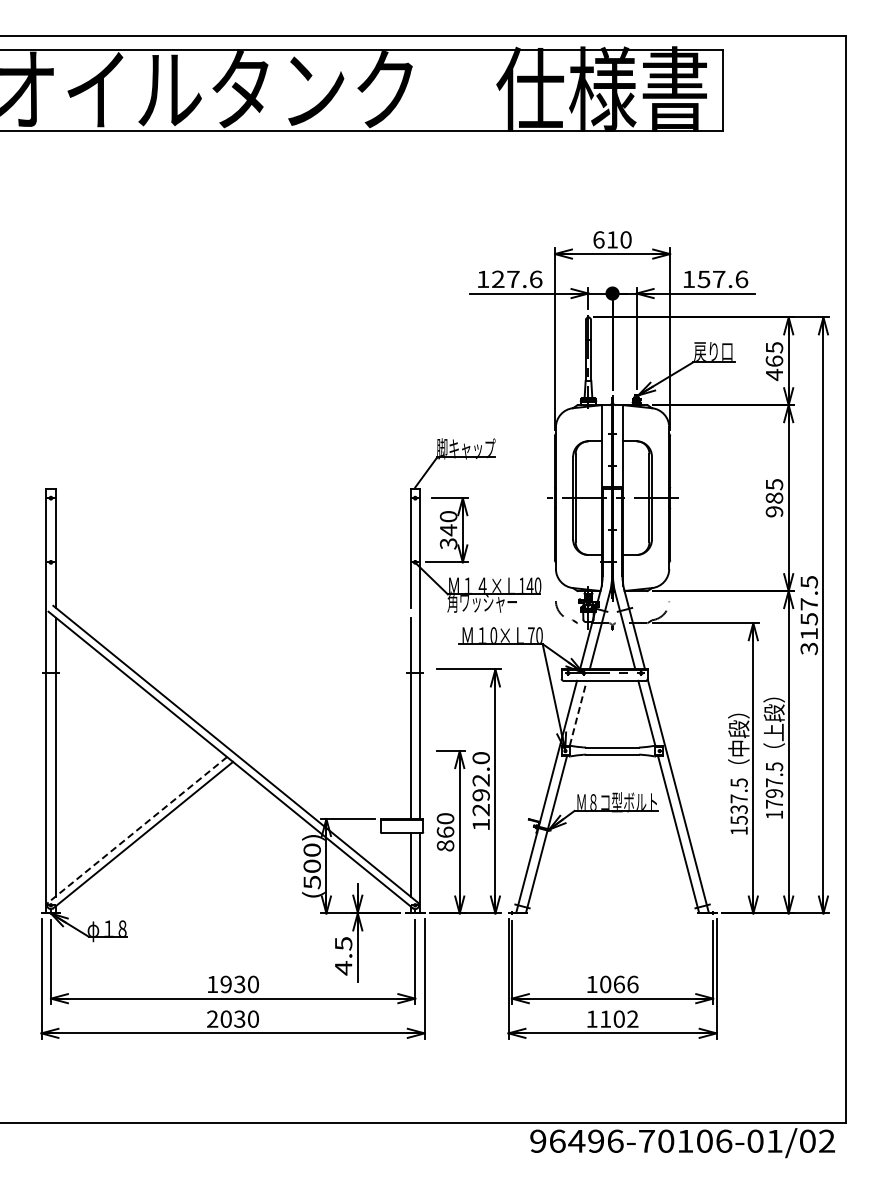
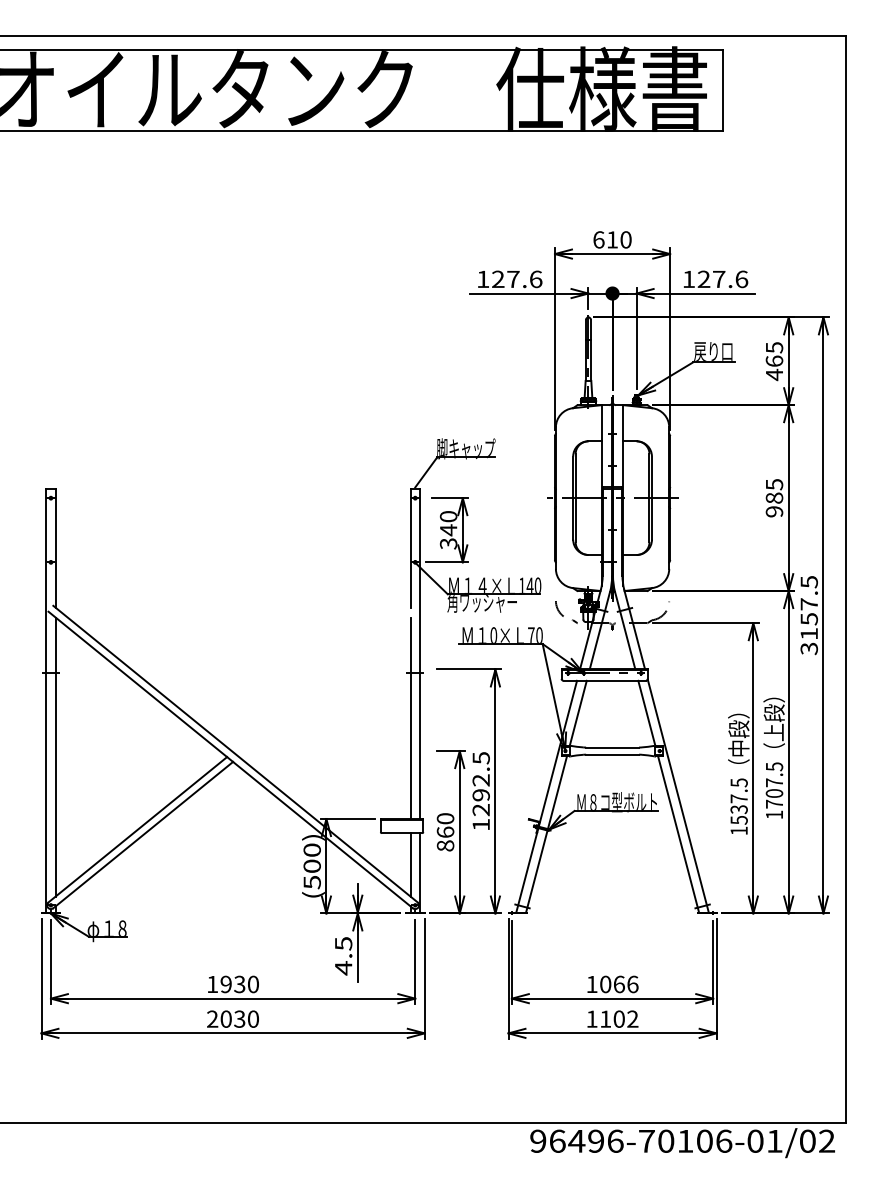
text at (703, 279): 157.6 -> 127.6
line at (578, 713): dashed -> solid
text at (480, 758): 1292.0 -> 1292.5
text at (774, 793): 1797.5 -> 1707.5
line at (137, 830): dashed -> solid
